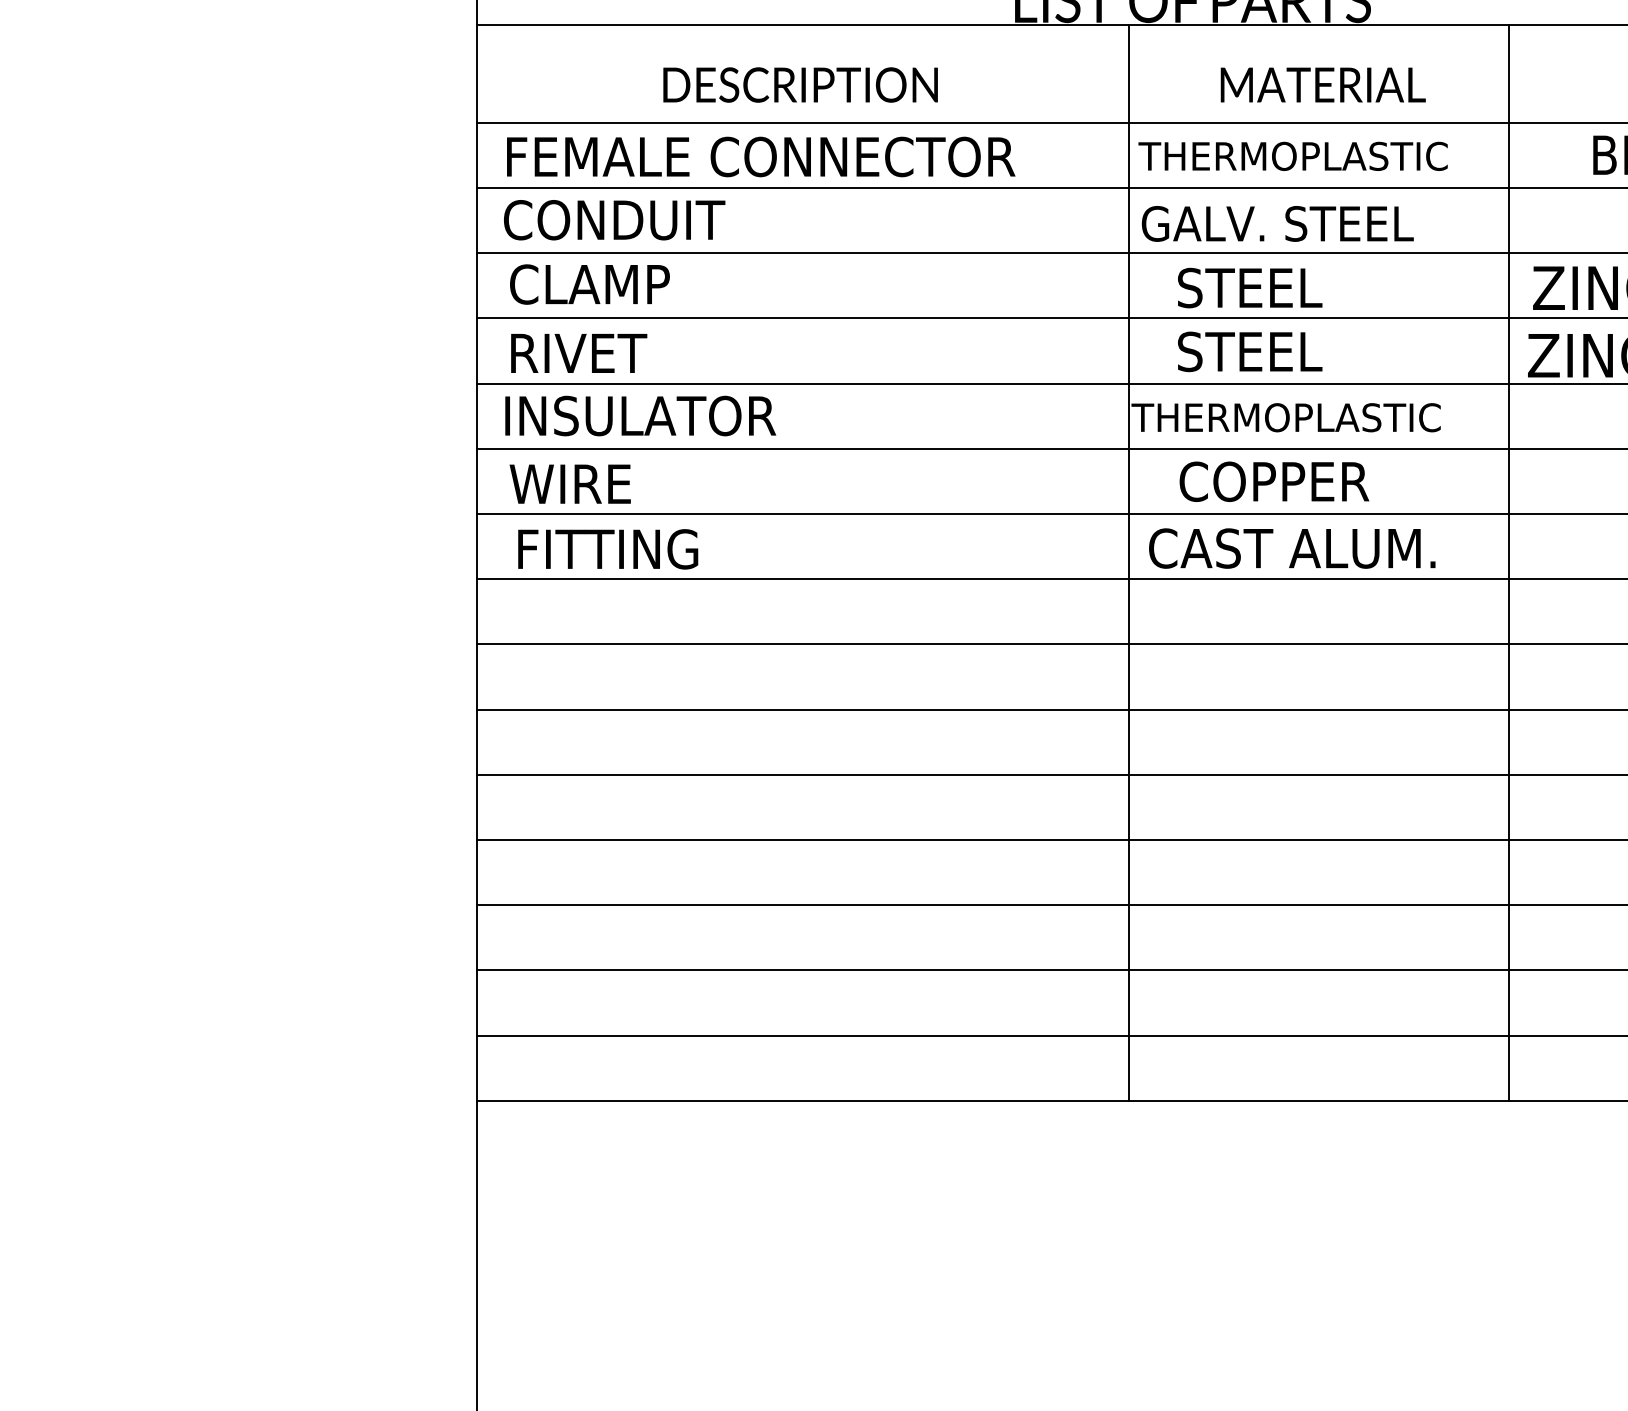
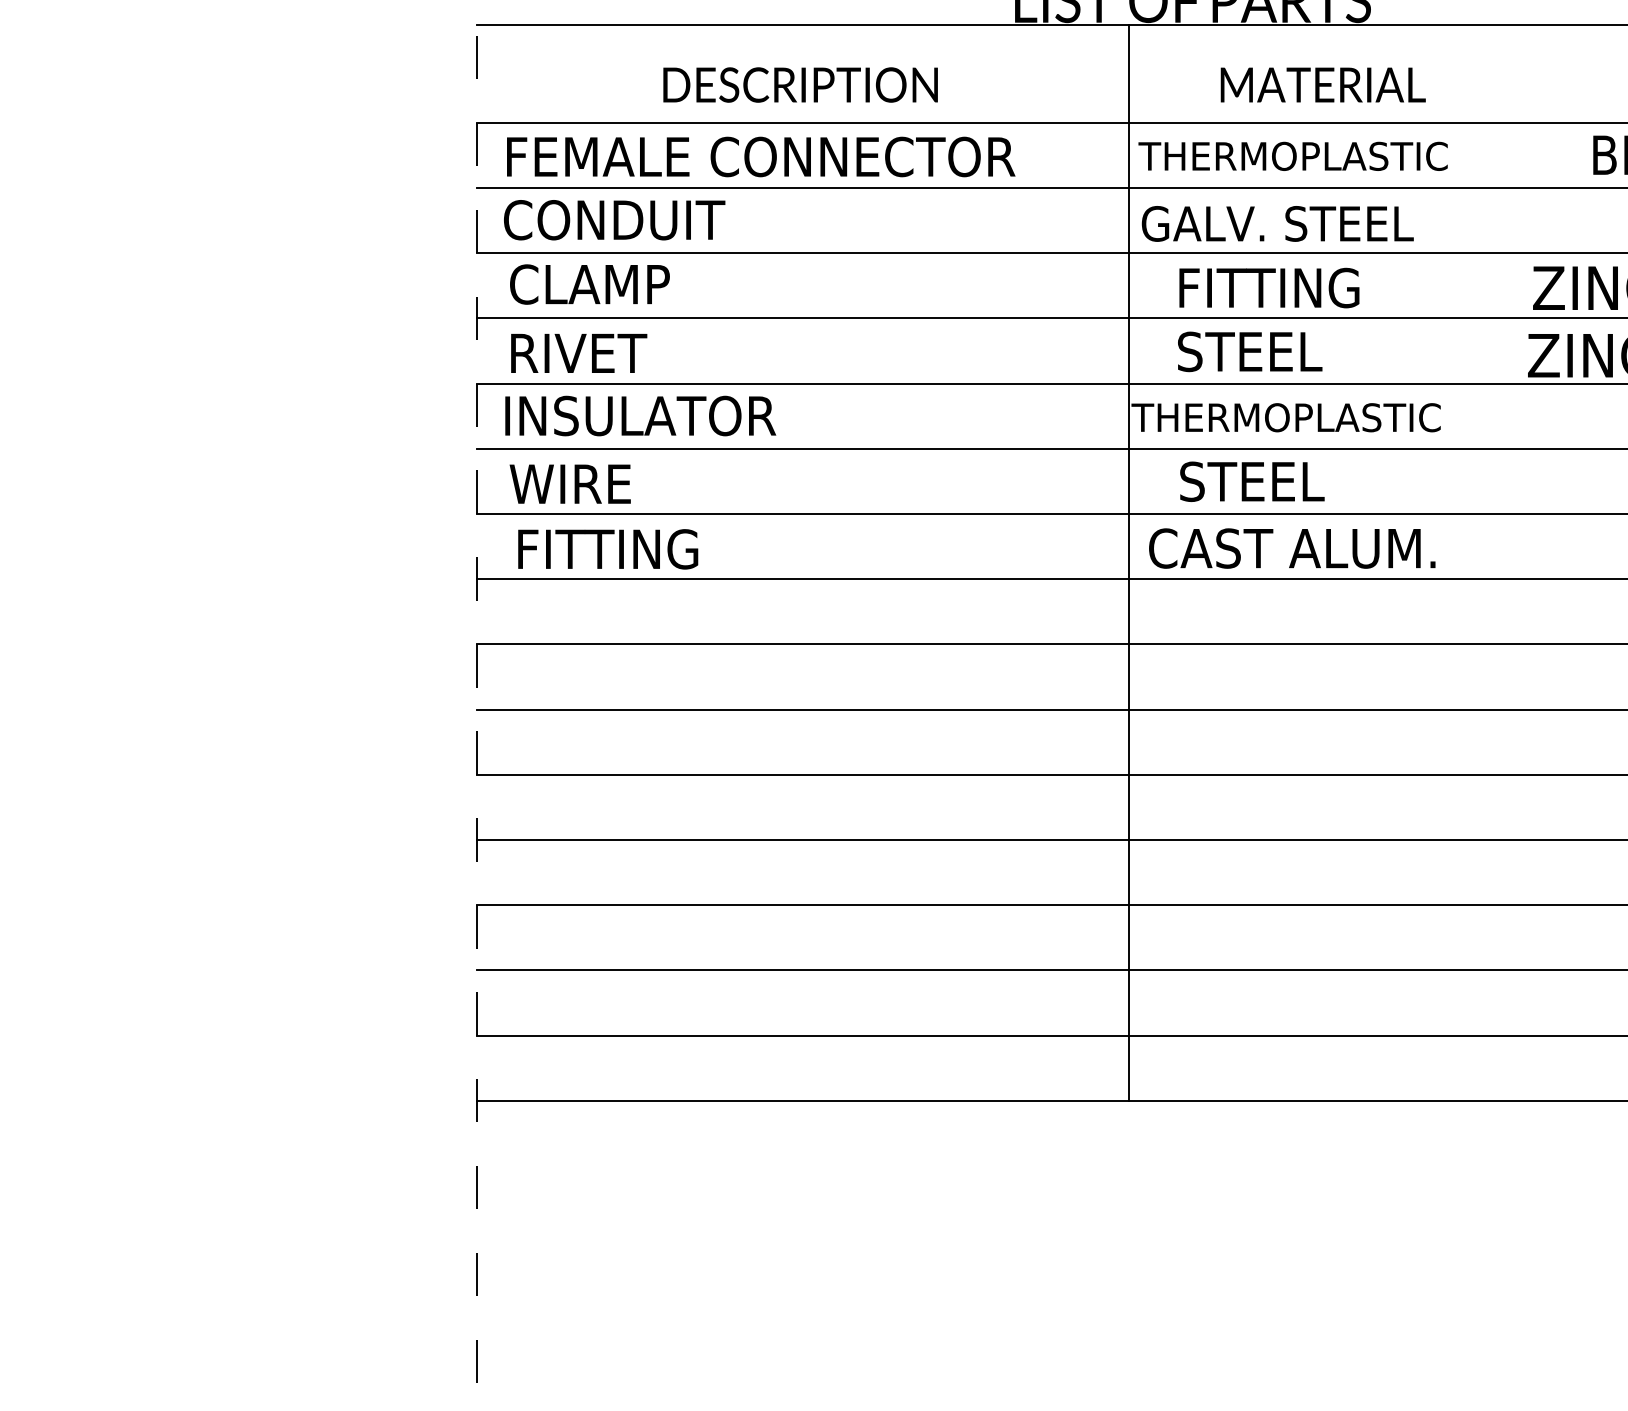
text at (1268, 287): STEEL -> FITTING
text at (1274, 481): COPPER -> STEEL
line at (1509, 562): present -> none
line at (477, 705): solid -> dashed
